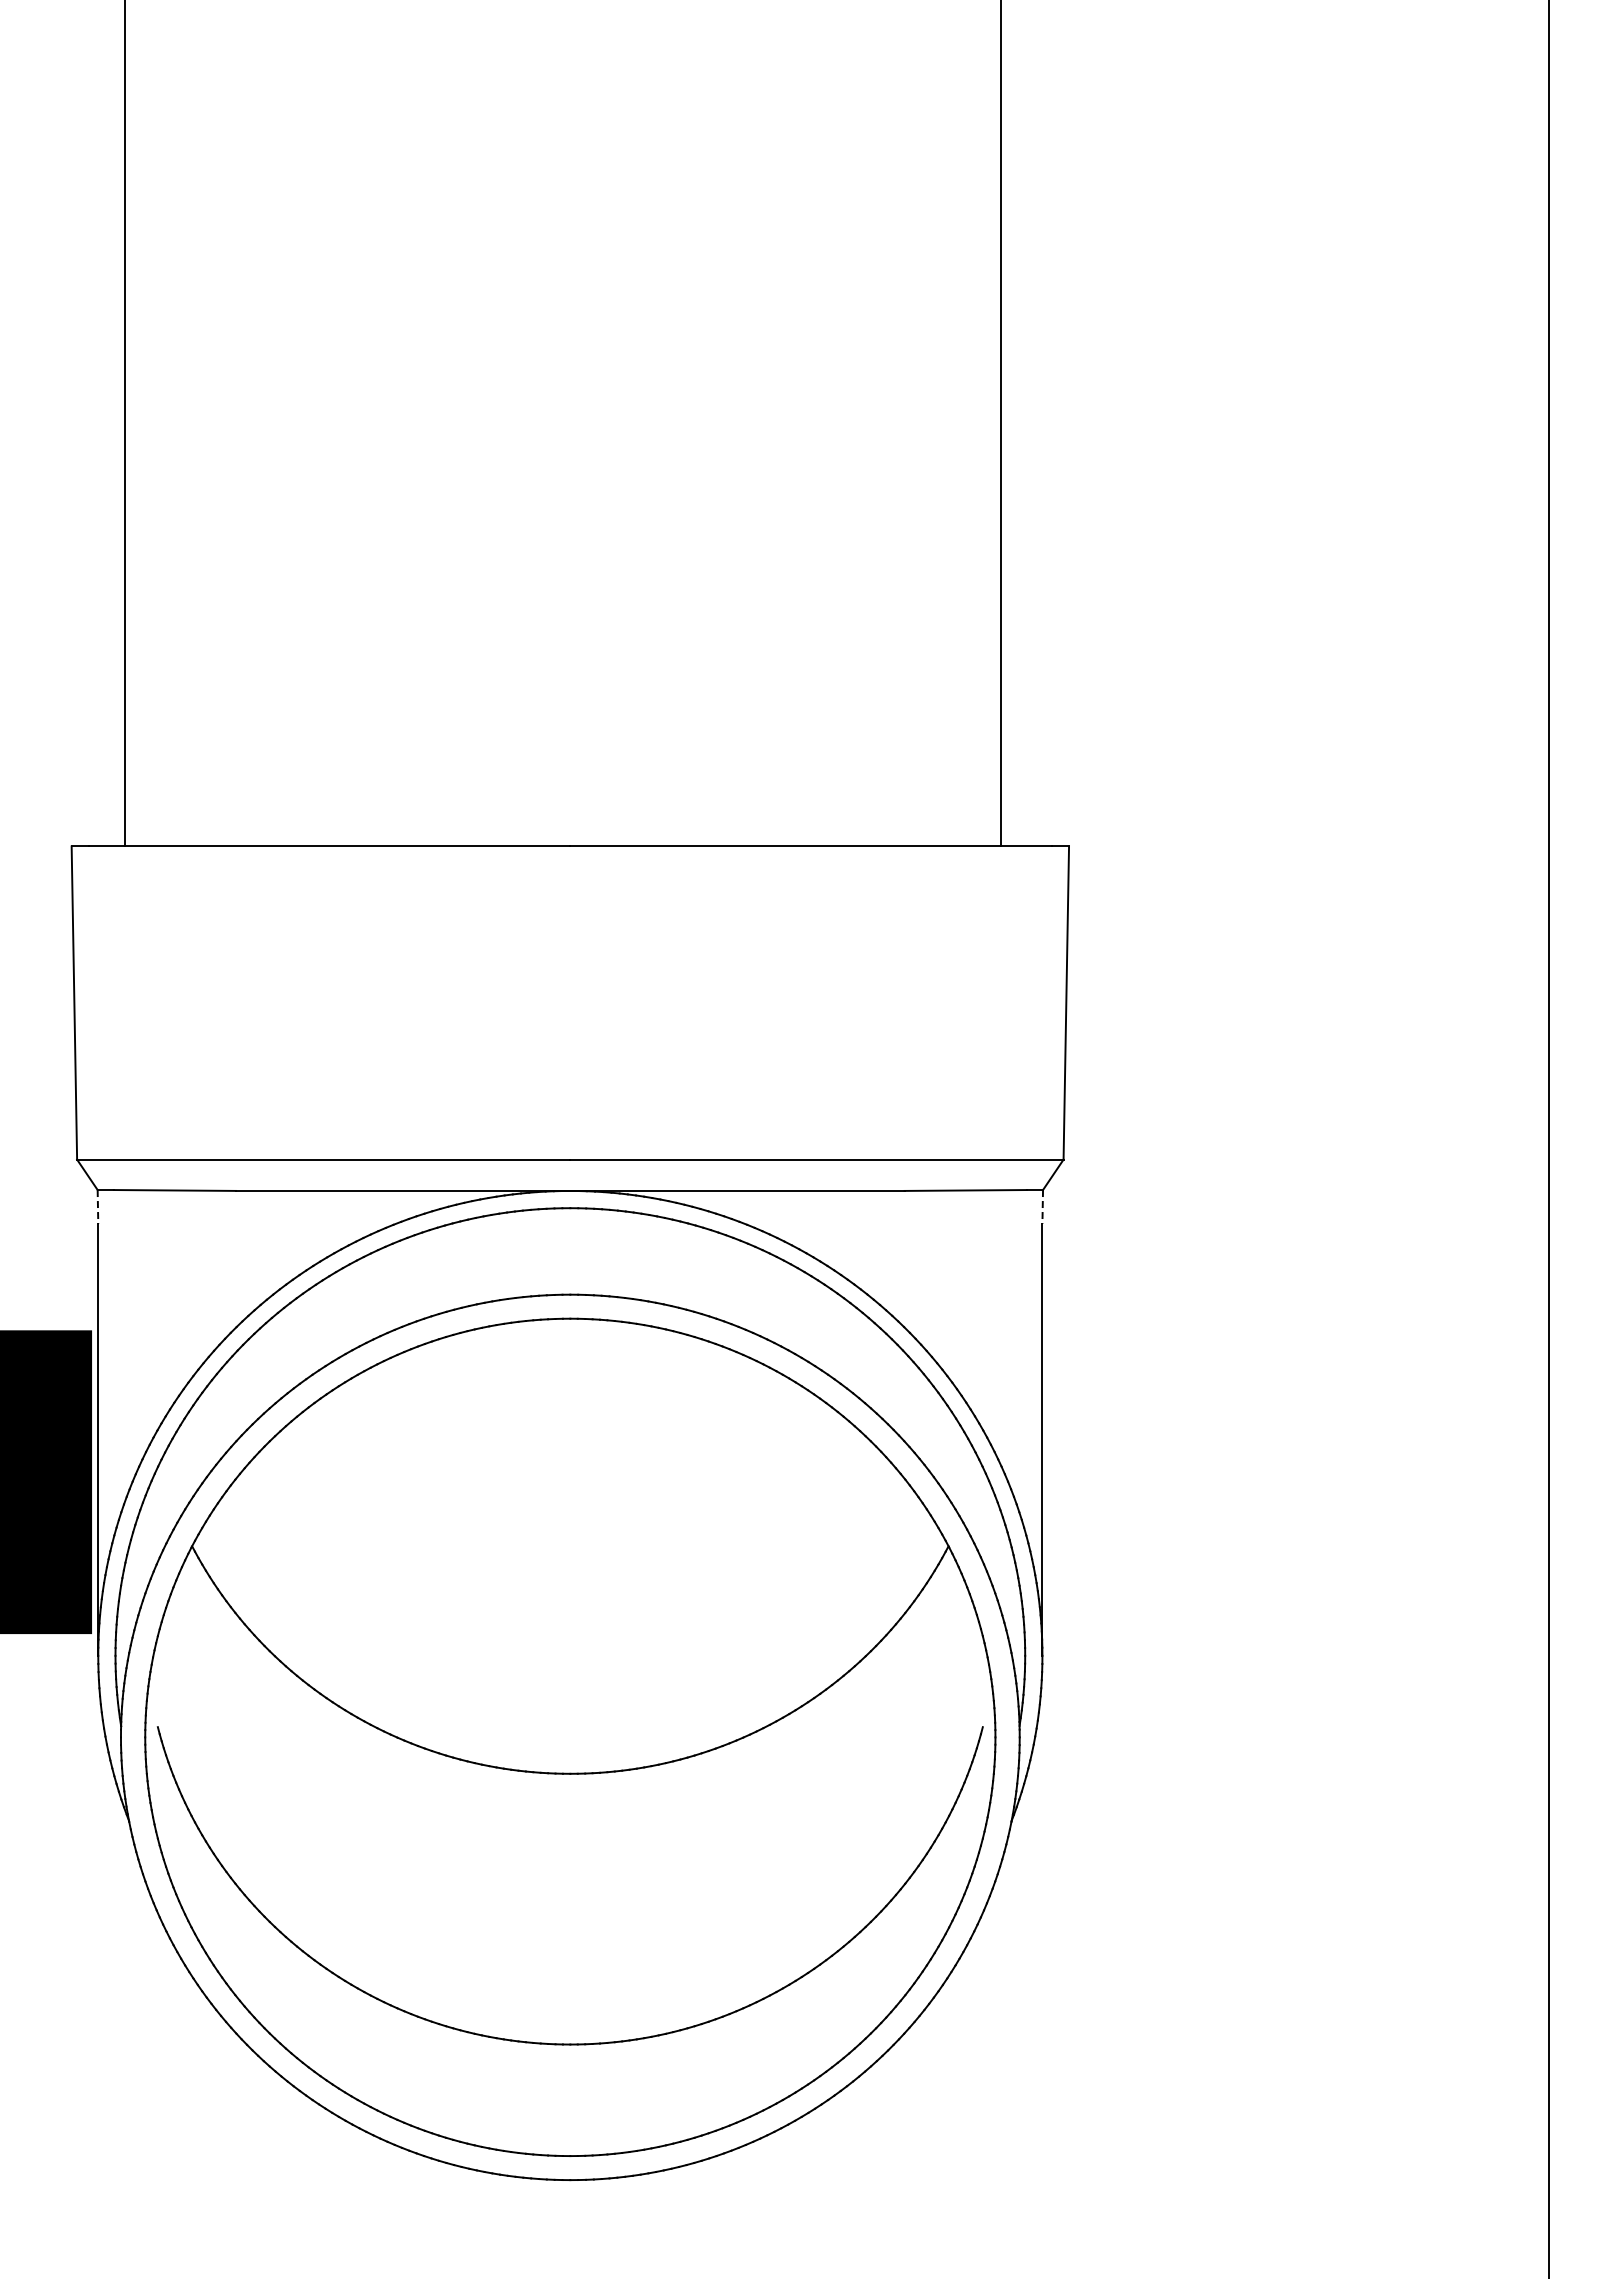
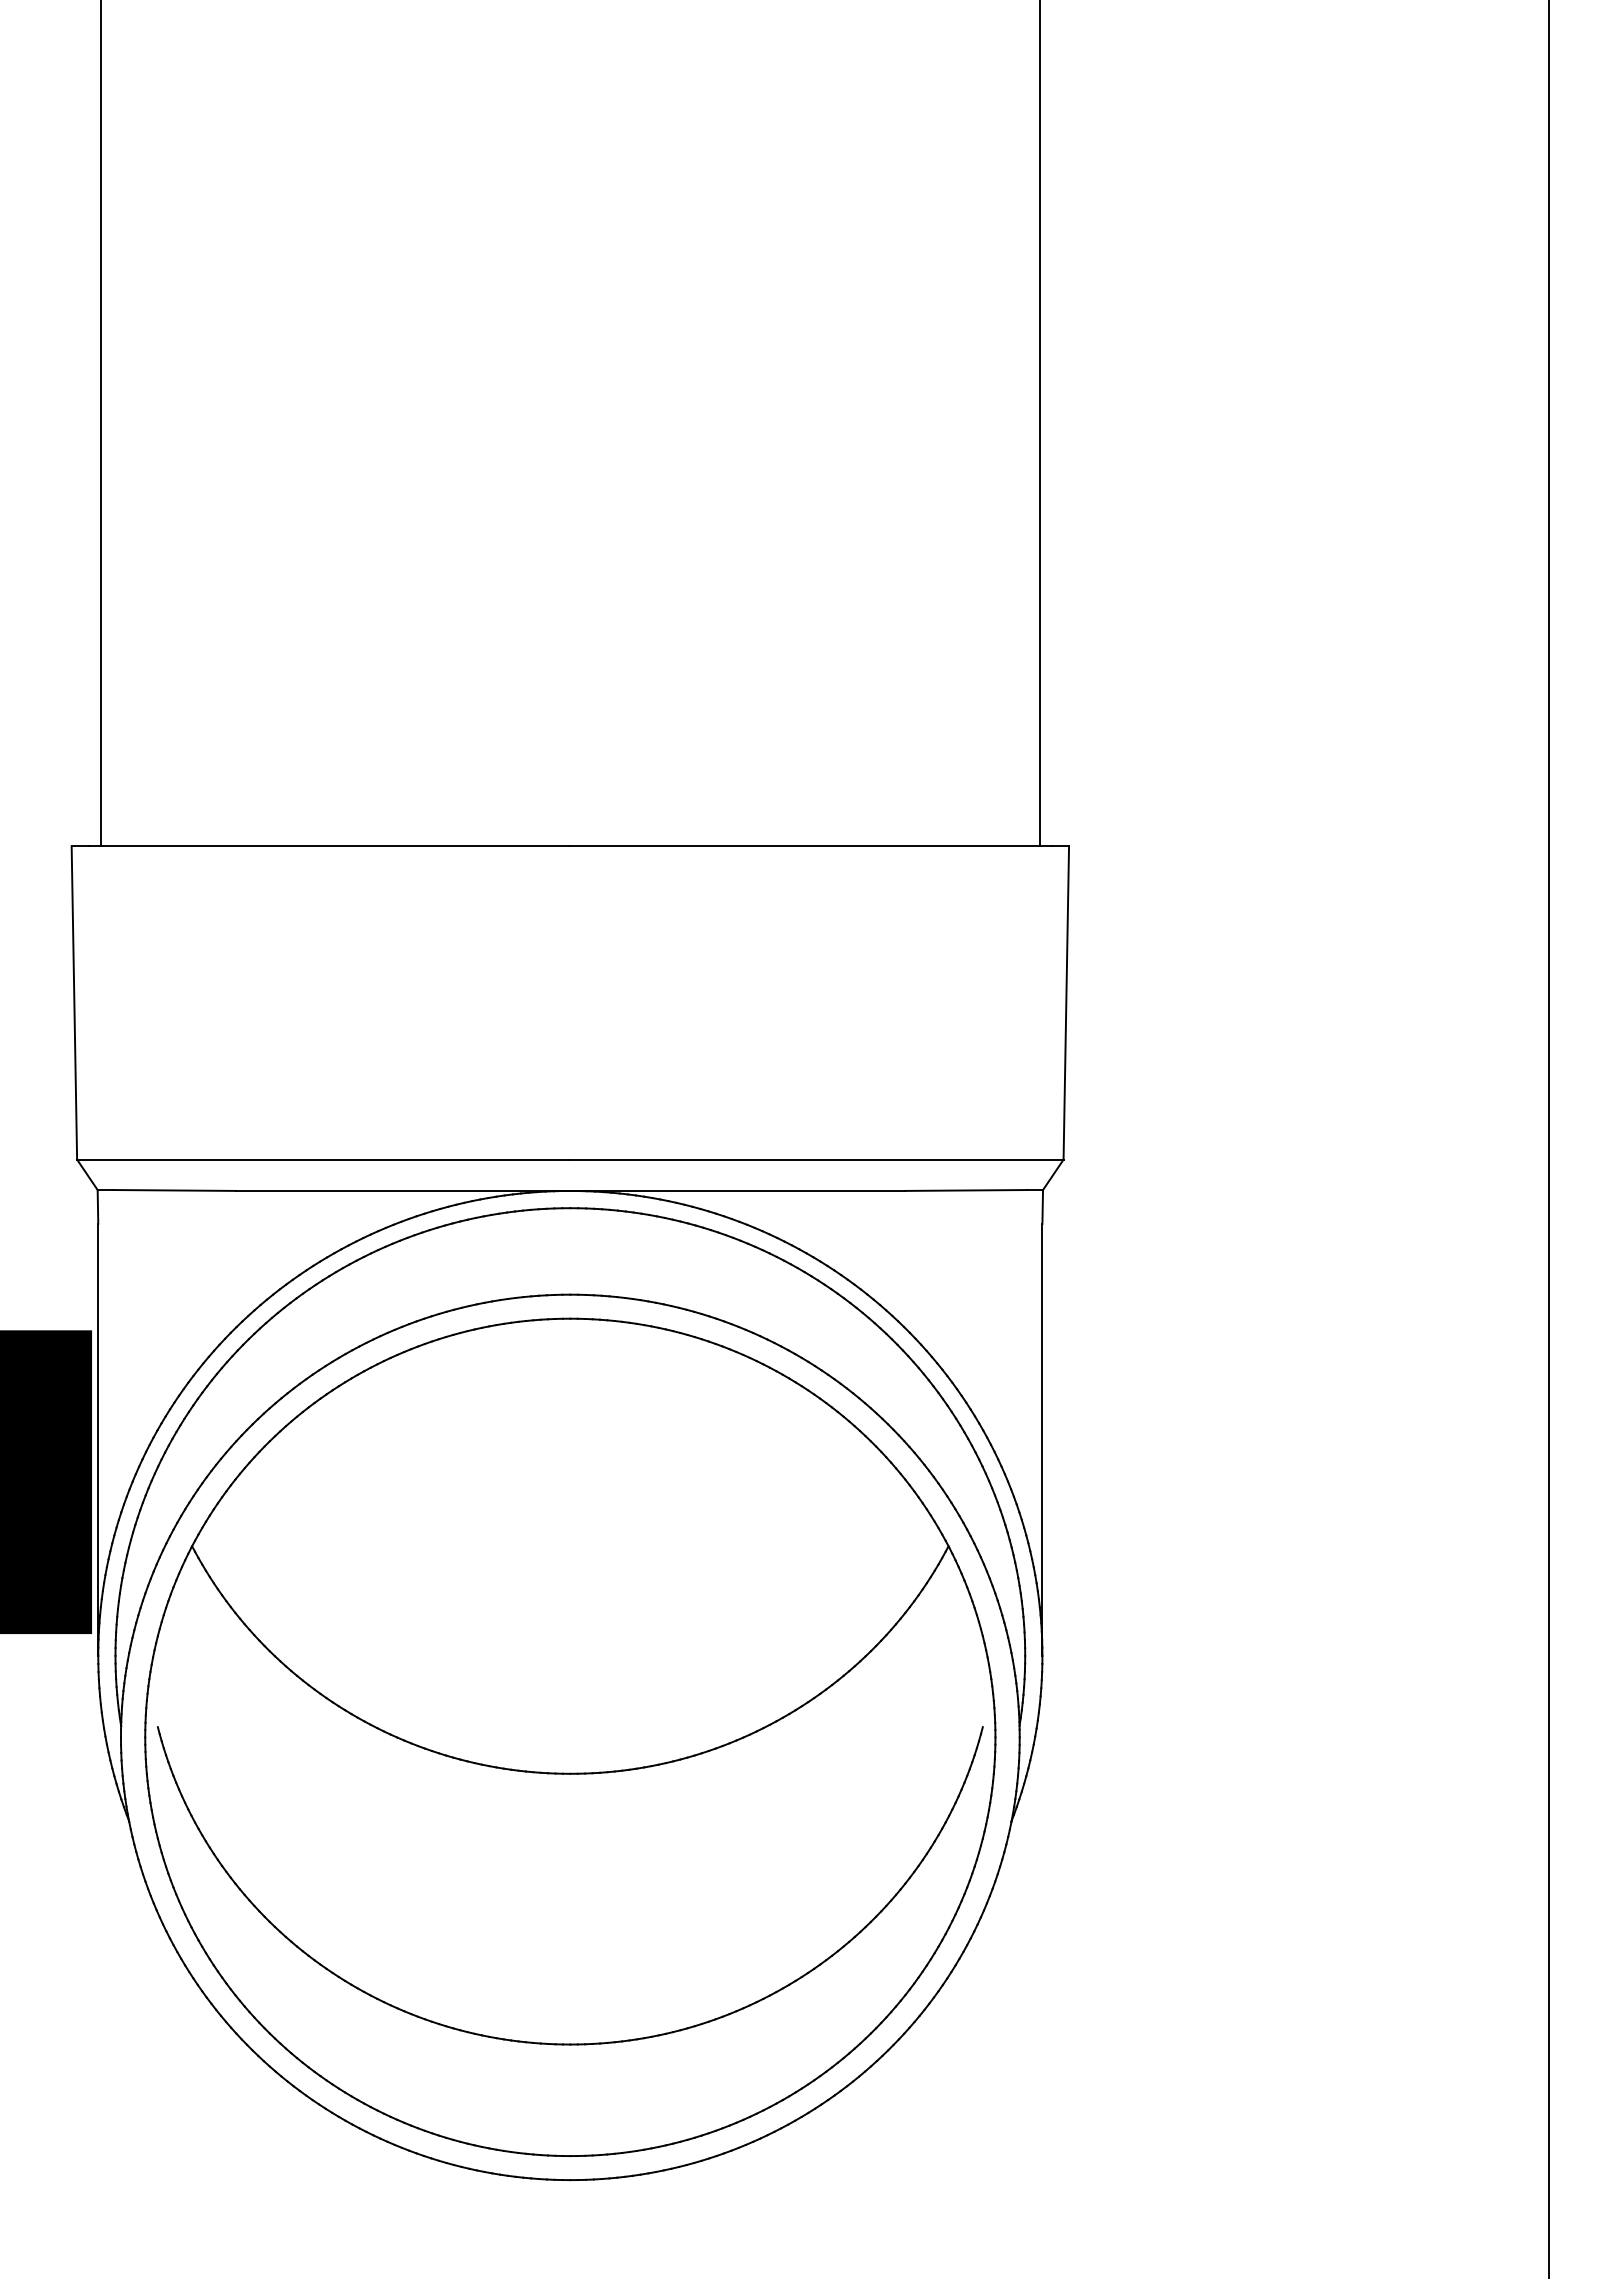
line at (124, 424) position: (124, 424) -> (100, 424)
line at (1001, 424) position: (1001, 424) -> (1040, 424)
line at (97, 1206): dashed -> solid
line at (1042, 1206): dashed -> solid
